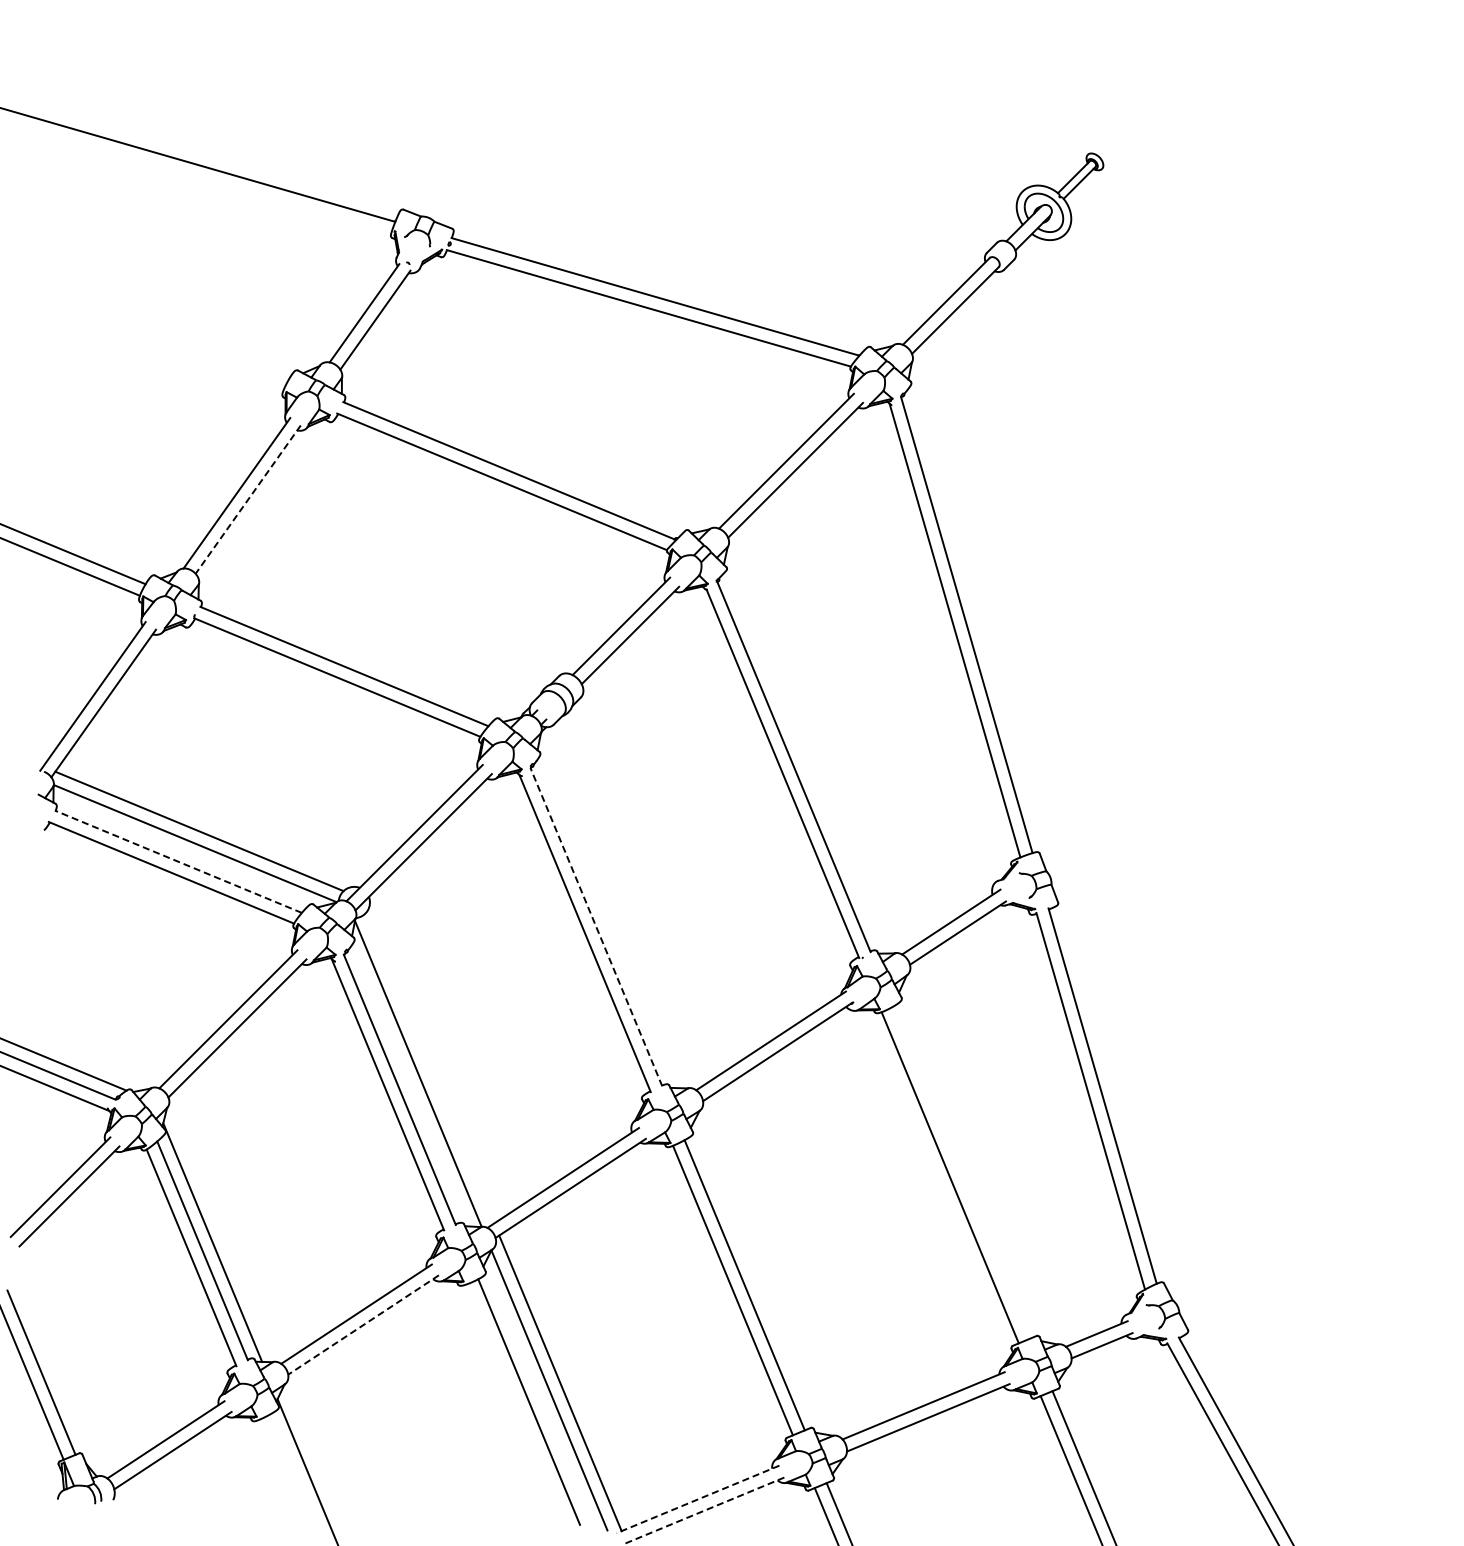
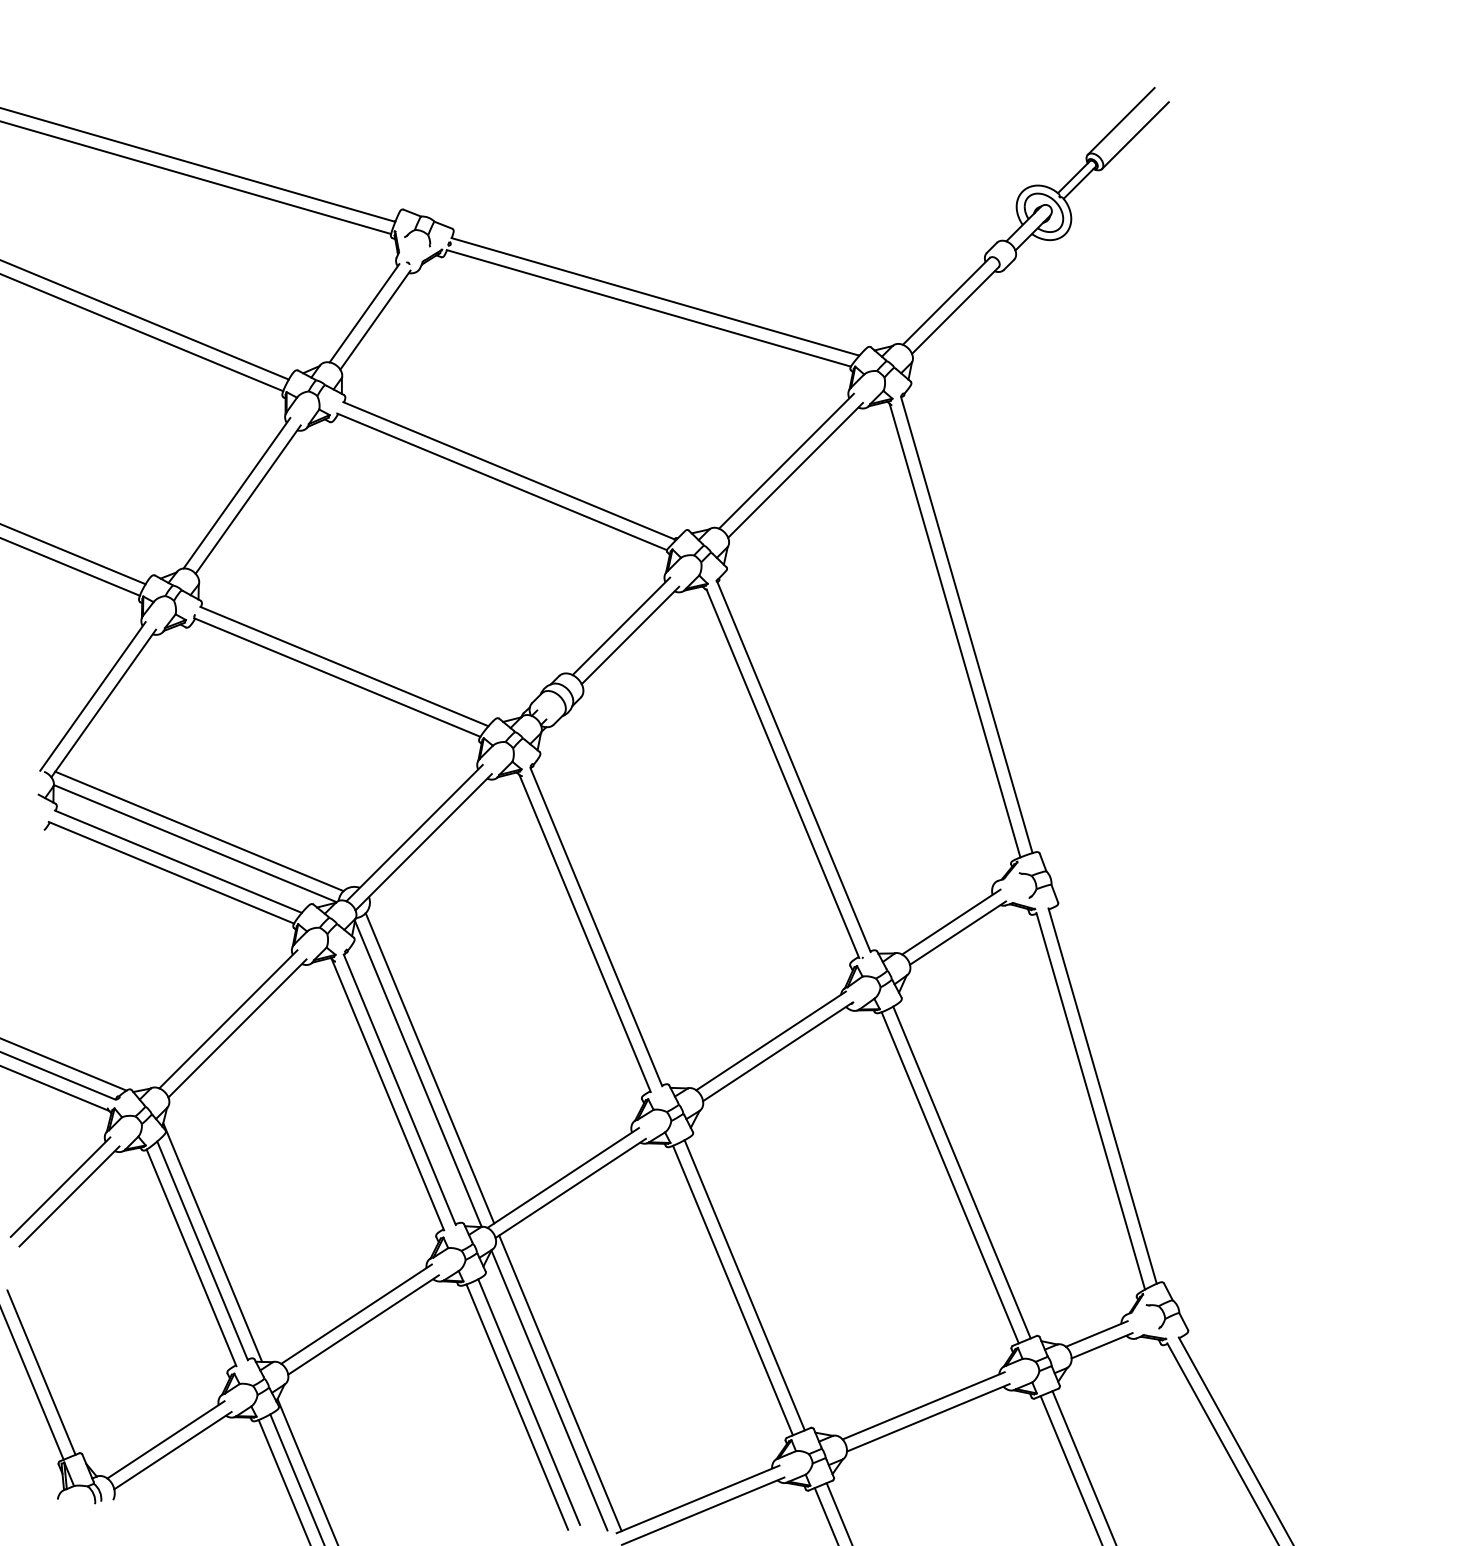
line at (1120, 121): none -> present
line at (1135, 135): none -> present
line at (196, 177): none -> present
line at (145, 320): none -> present
line at (142, 332): none -> present
line at (248, 499): dashed -> solid
line at (178, 861): dashed -> solid
line at (596, 926): dashed -> solid
line at (429, 1068): none -> present
line at (961, 1172): none -> present
line at (363, 1325): dashed -> solid
line at (517, 1406): none -> present
line at (296, 1478): none -> present
line at (283, 1481): none -> present
line at (697, 1499): dashed -> solid
line at (703, 1511): dashed -> solid
